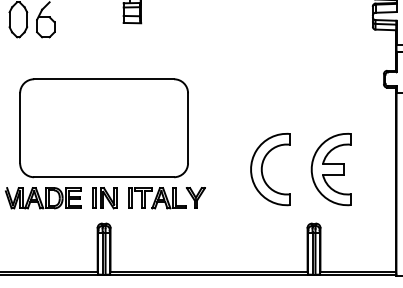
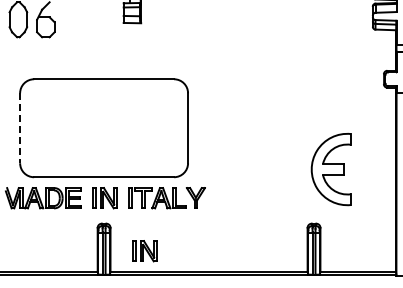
line at (20, 128): solid -> dashed
part at (262, 169): present -> none
part at (144, 251): none -> present
